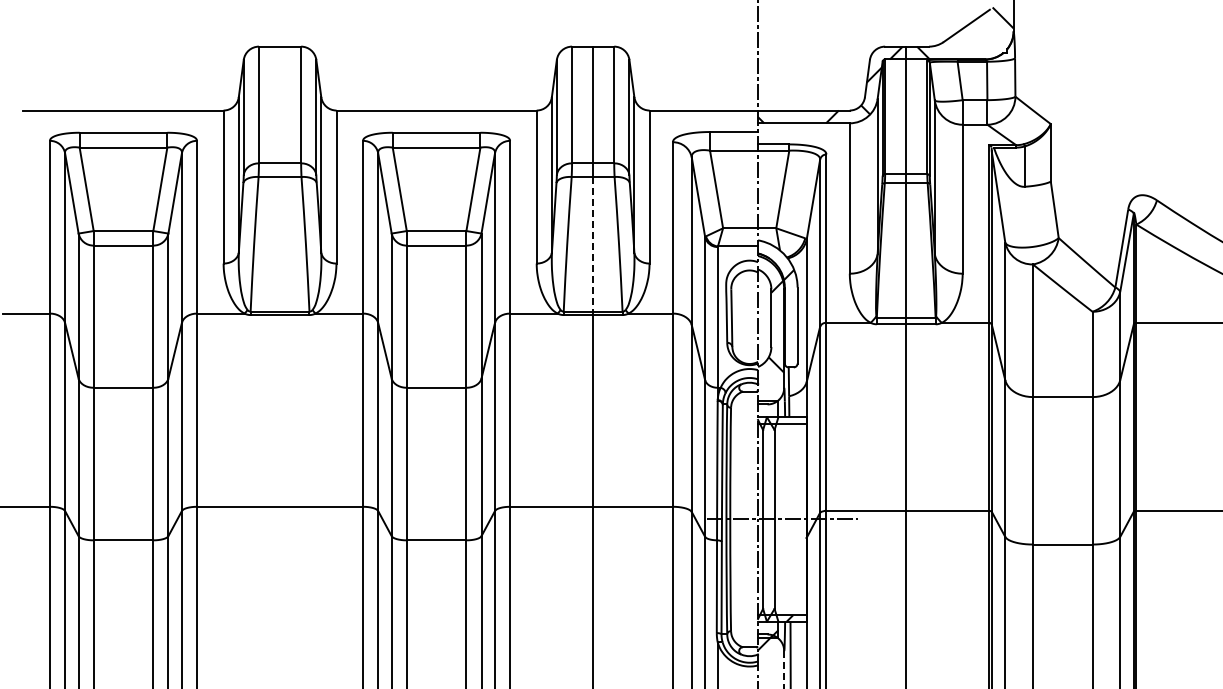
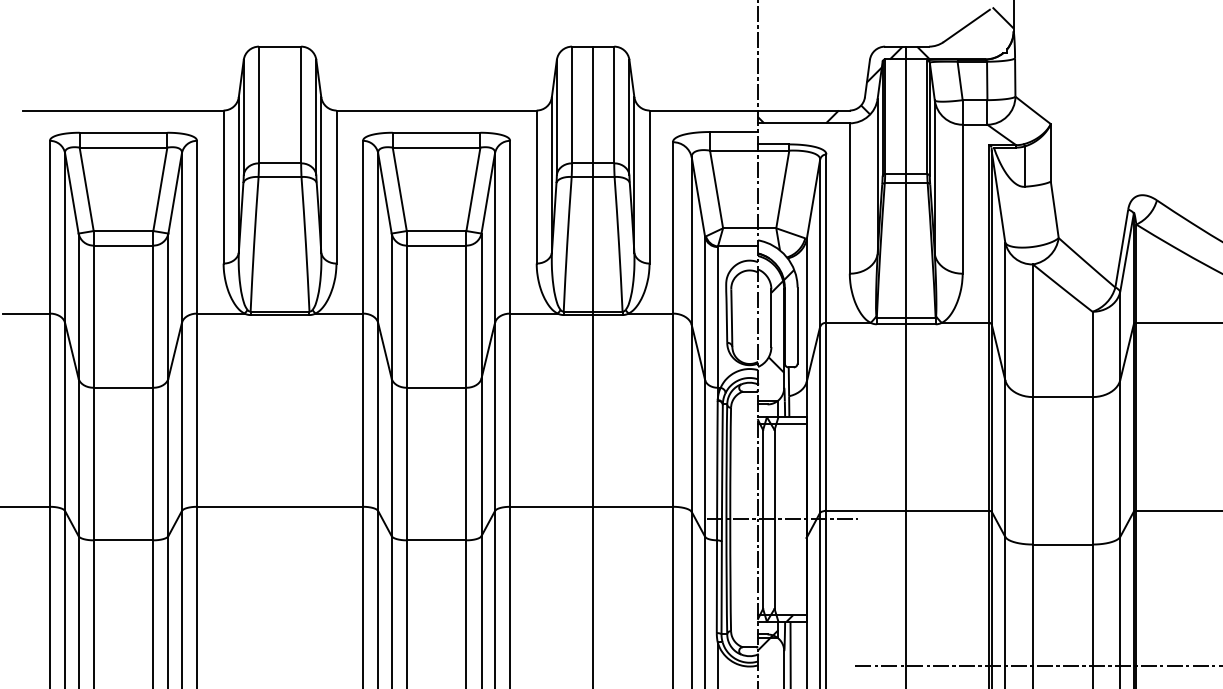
line at (593, 244): dashed -> solid
line at (1037, 666): none -> present
line at (784, 670): dashed -> solid
